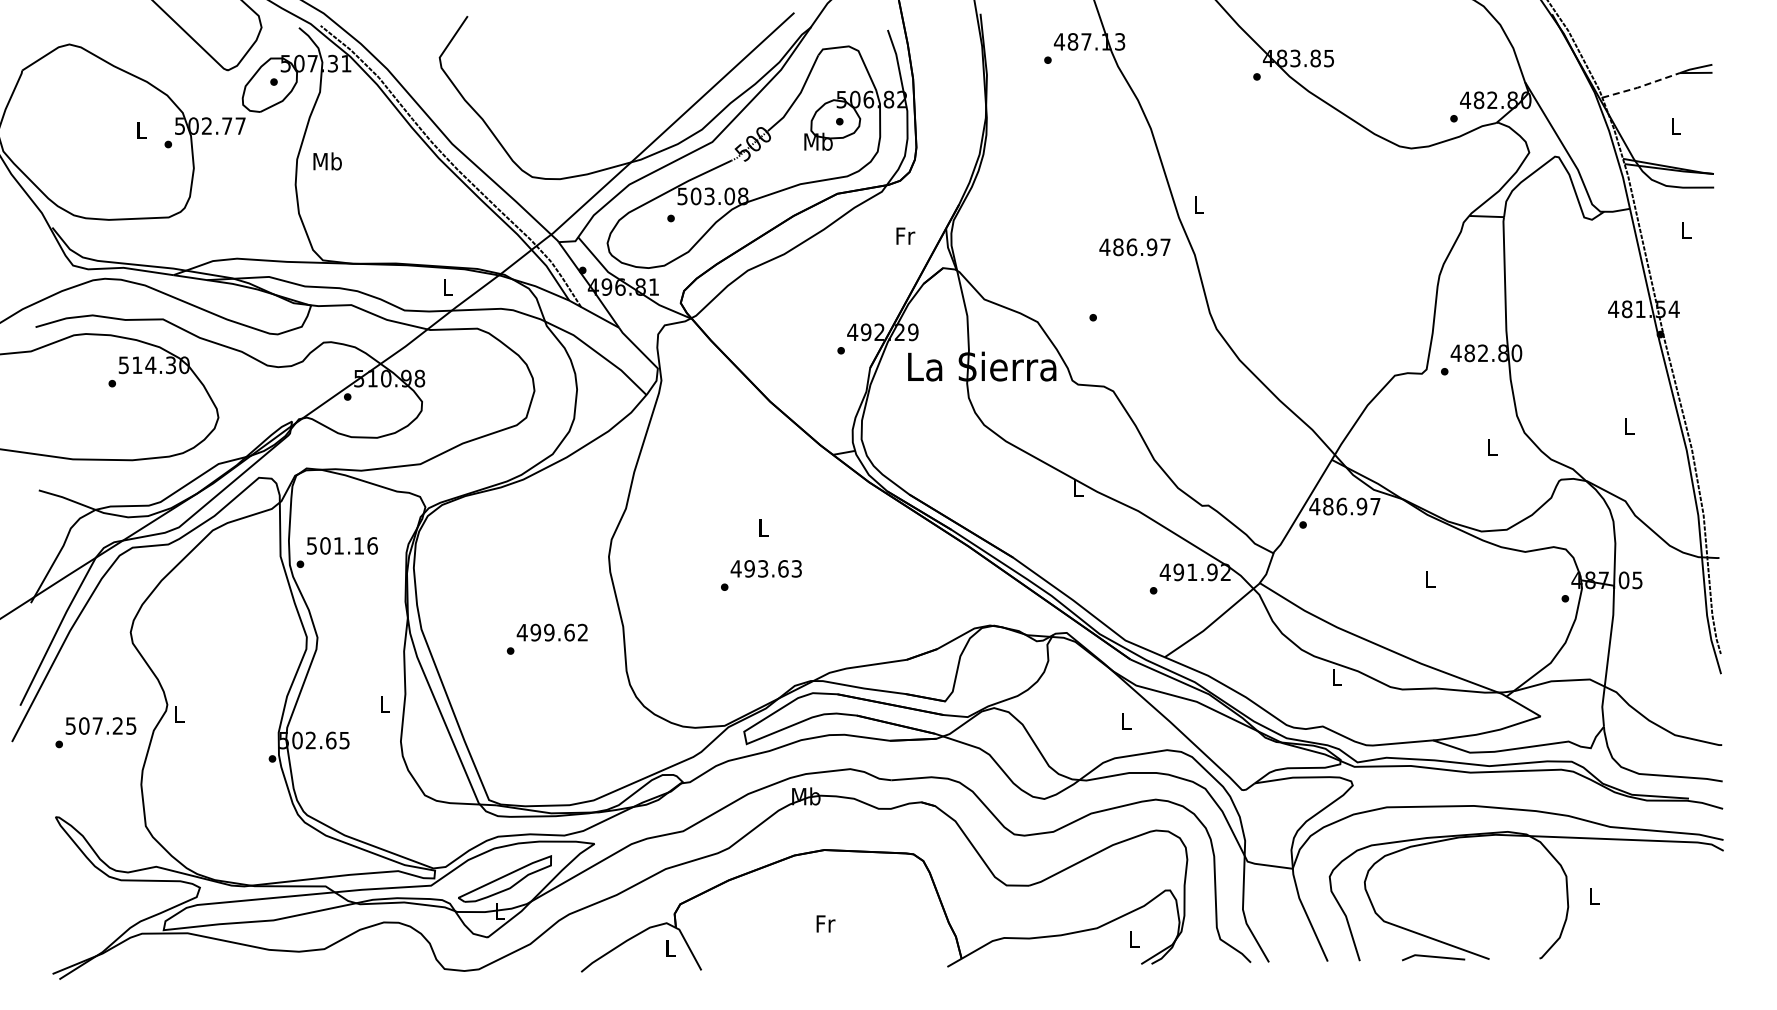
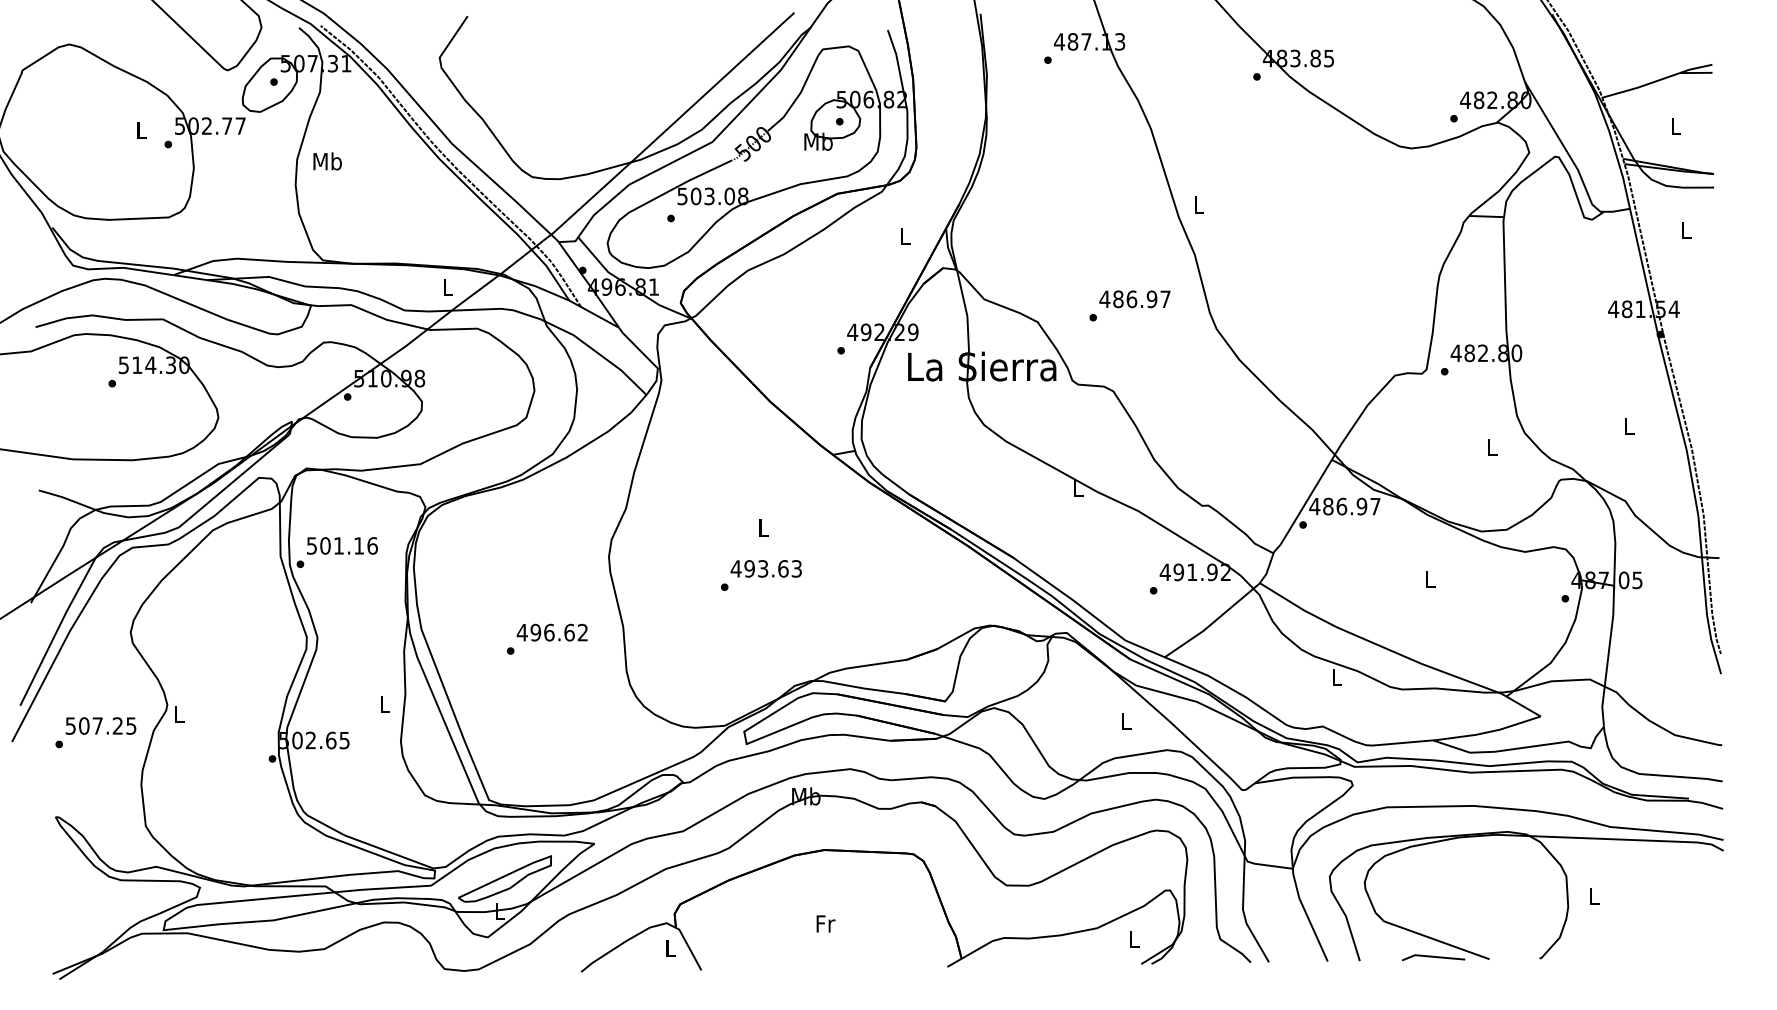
line at (1641, 86): dashed -> solid
text at (905, 235): Fr -> L
text at (1134, 247) position: (1134, 247) -> (1134, 299)
text at (549, 632): 499.62 -> 496.62
